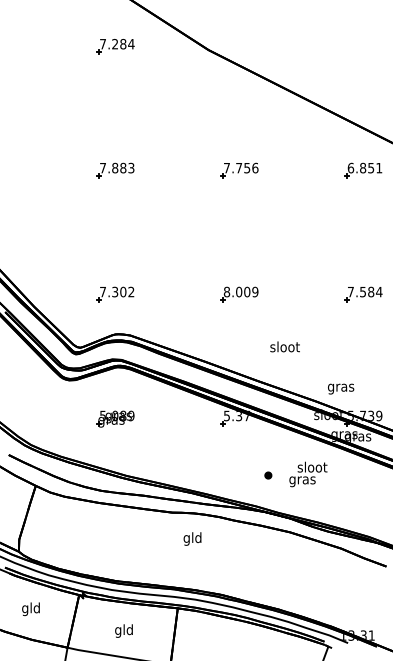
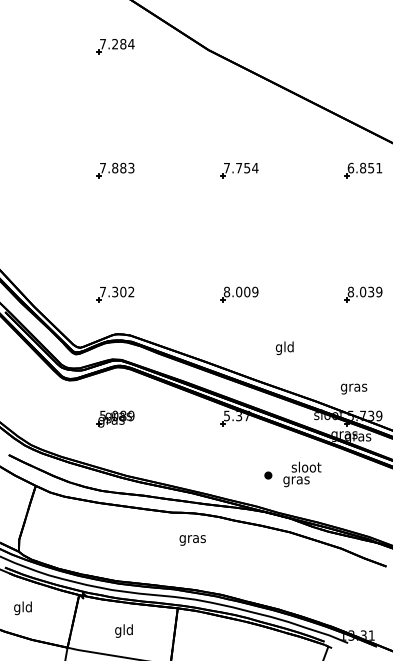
text at (255, 167): 7.756 -> 7.754
text at (364, 291): 7.584 -> 8.039
text at (284, 348): sloot -> gld
text at (341, 388) position: (341, 388) -> (354, 388)
text at (308, 474) position: (308, 474) -> (302, 474)
text at (192, 538): gld -> gras
text at (30, 609) position: (30, 609) -> (22, 608)
